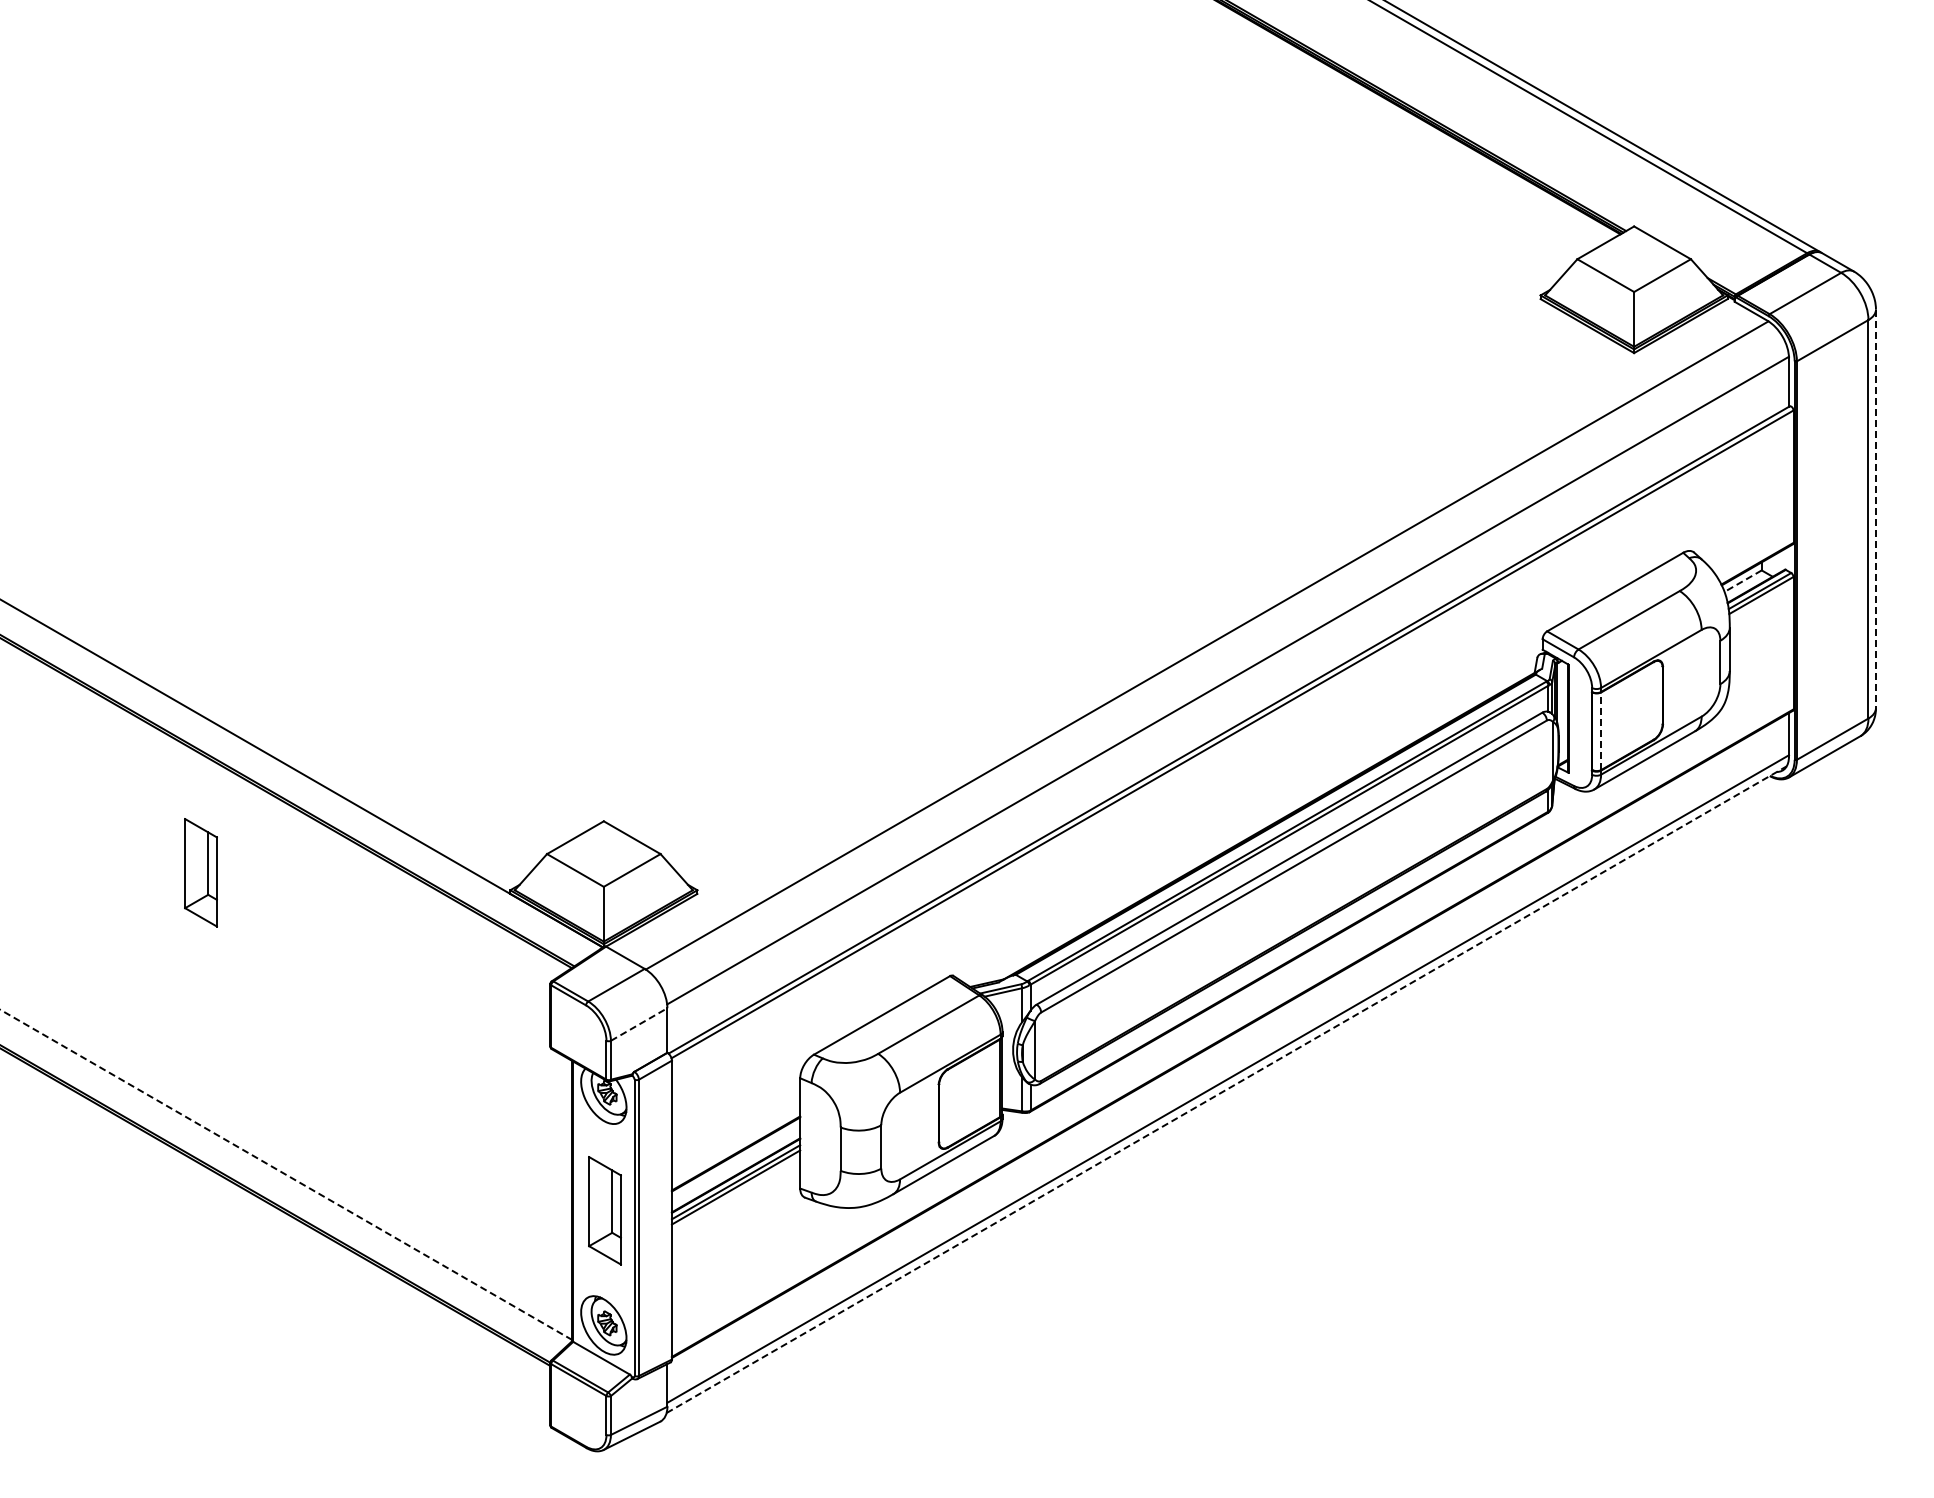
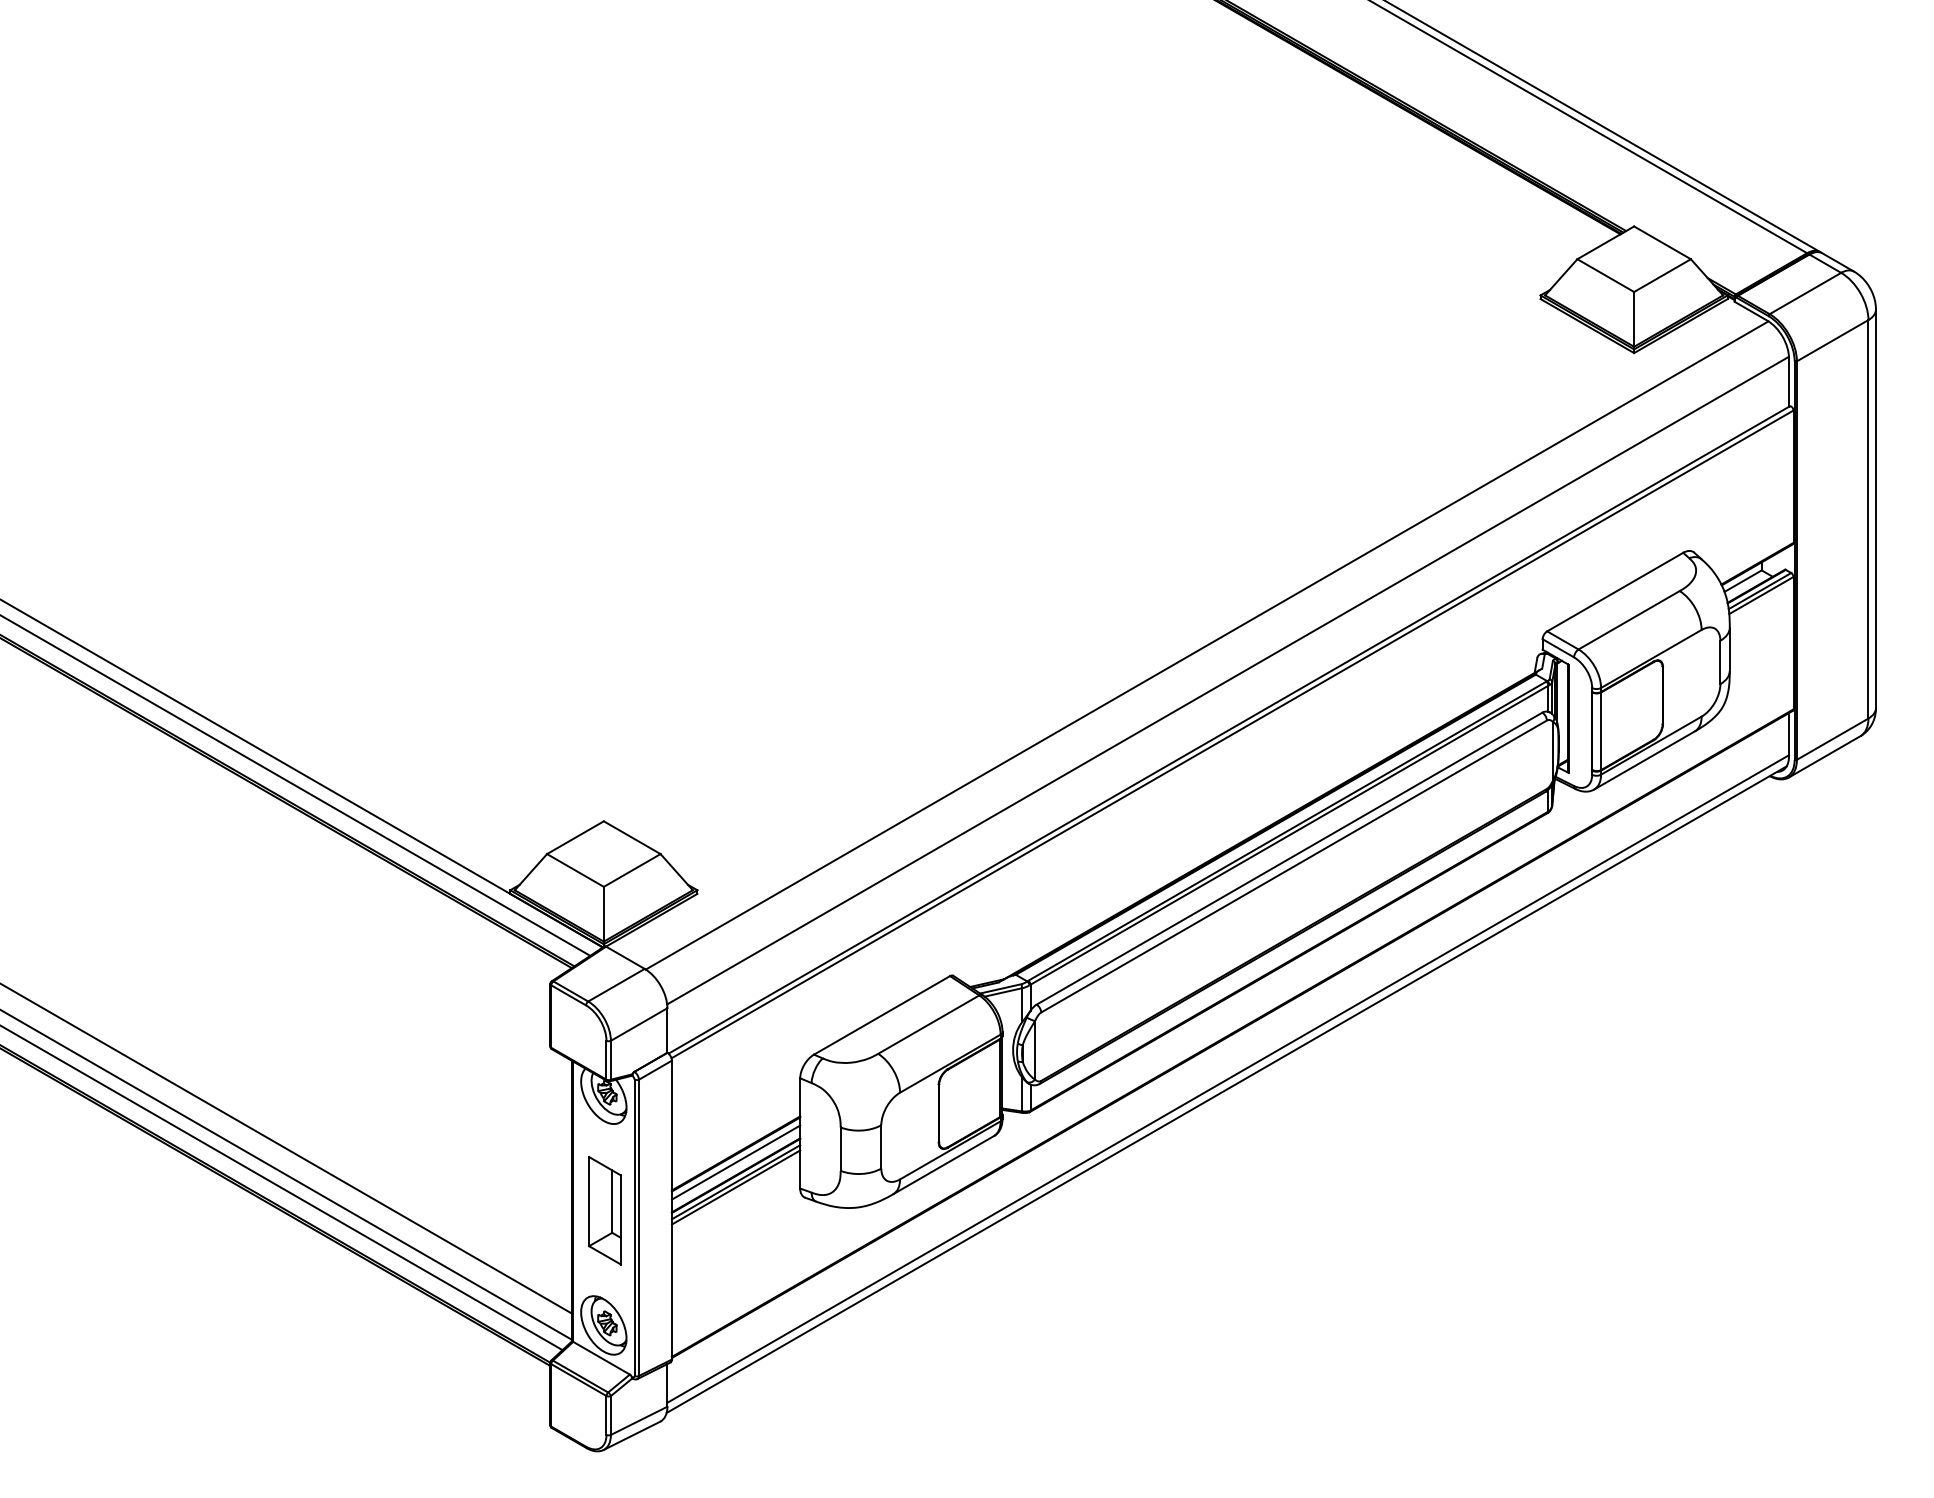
line at (1875, 509): dashed -> solid
line at (1742, 581): dashed -> solid
line at (1601, 731): dashed -> solid
line at (296, 785): none -> present
part at (200, 872): present -> none
line at (639, 1024): dashed -> solid
line at (1226, 1089): dashed -> solid
line at (287, 1148): none -> present
line at (735, 1162): none -> present
line at (286, 1174): dashed -> solid
line at (282, 1188): none -> present
